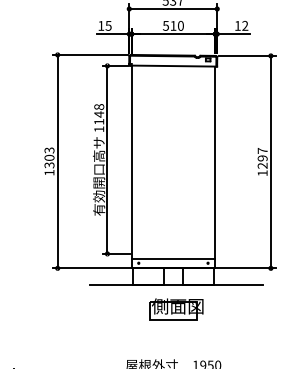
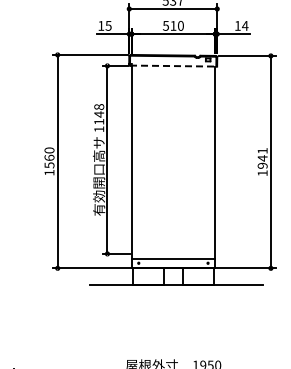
text at (245, 25): 12 -> 14
line at (173, 66): solid -> dashed
text at (49, 157): 1303 -> 1560
text at (262, 158): 1297 -> 1941
part at (176, 309): present -> none
